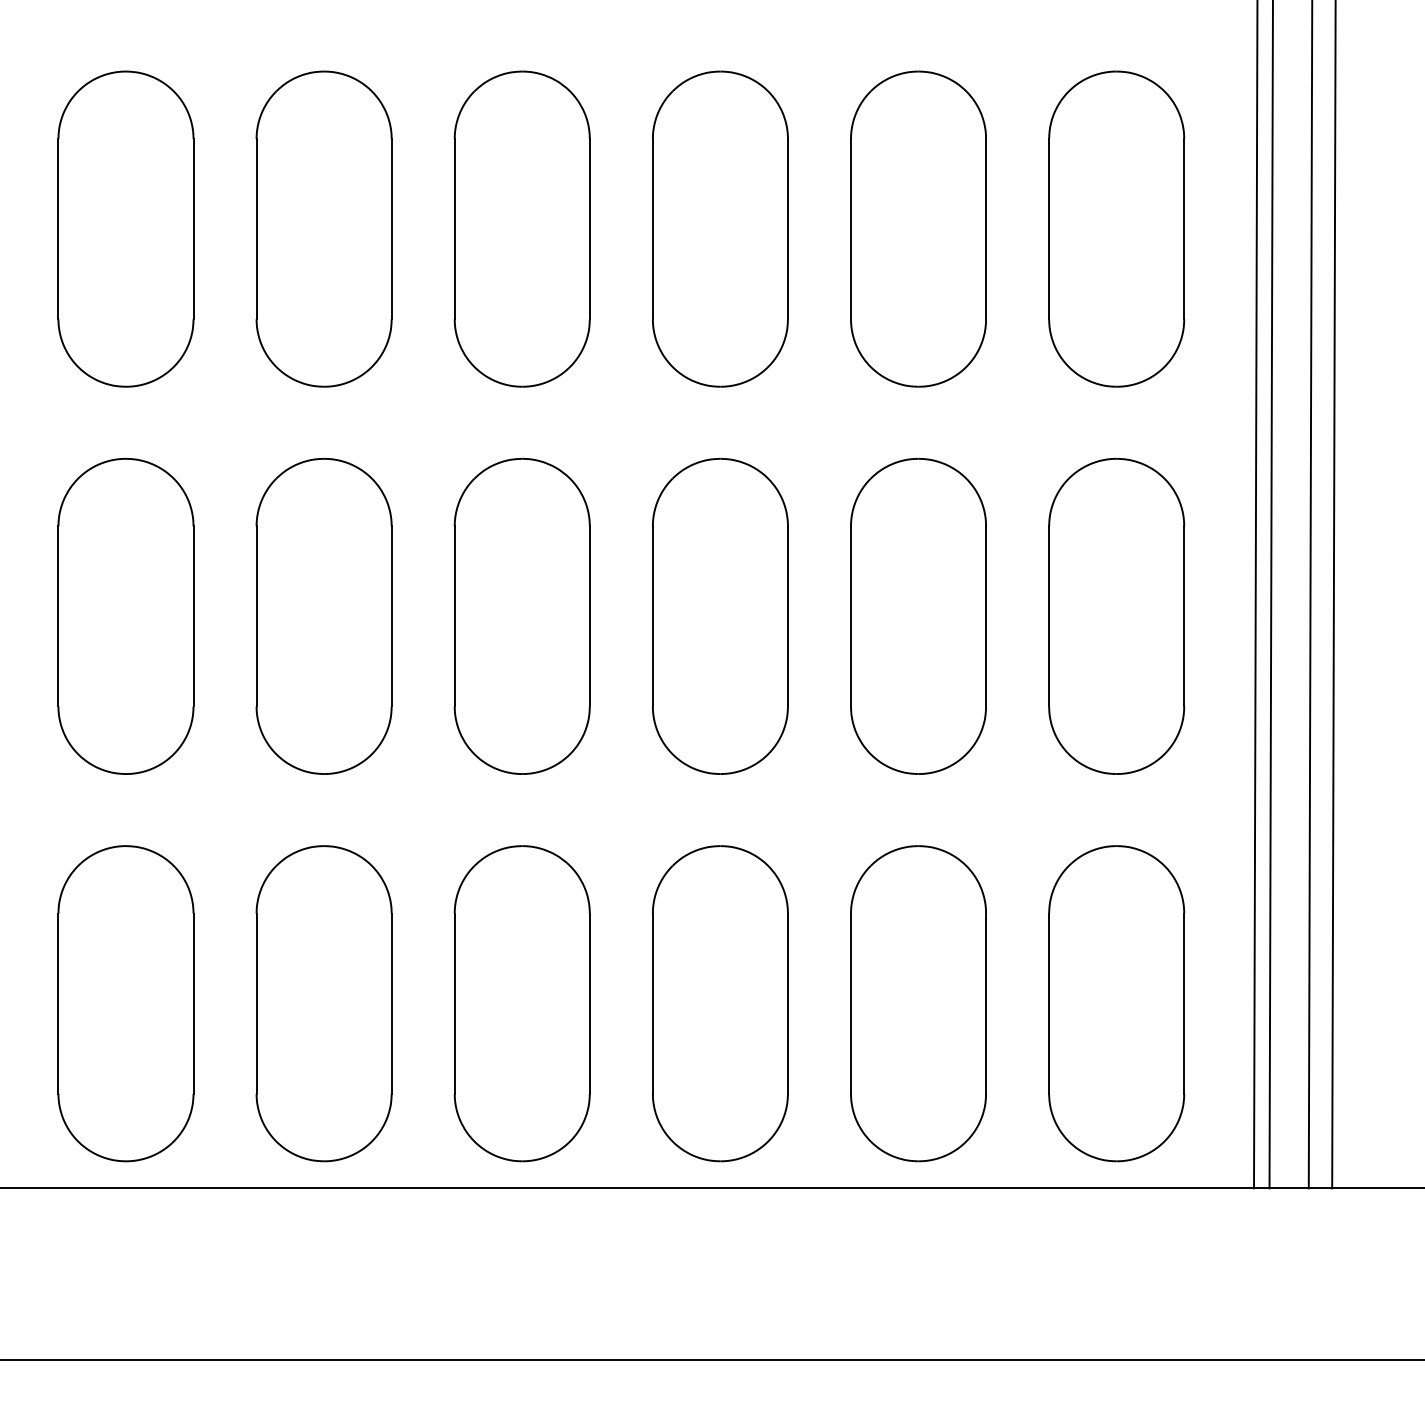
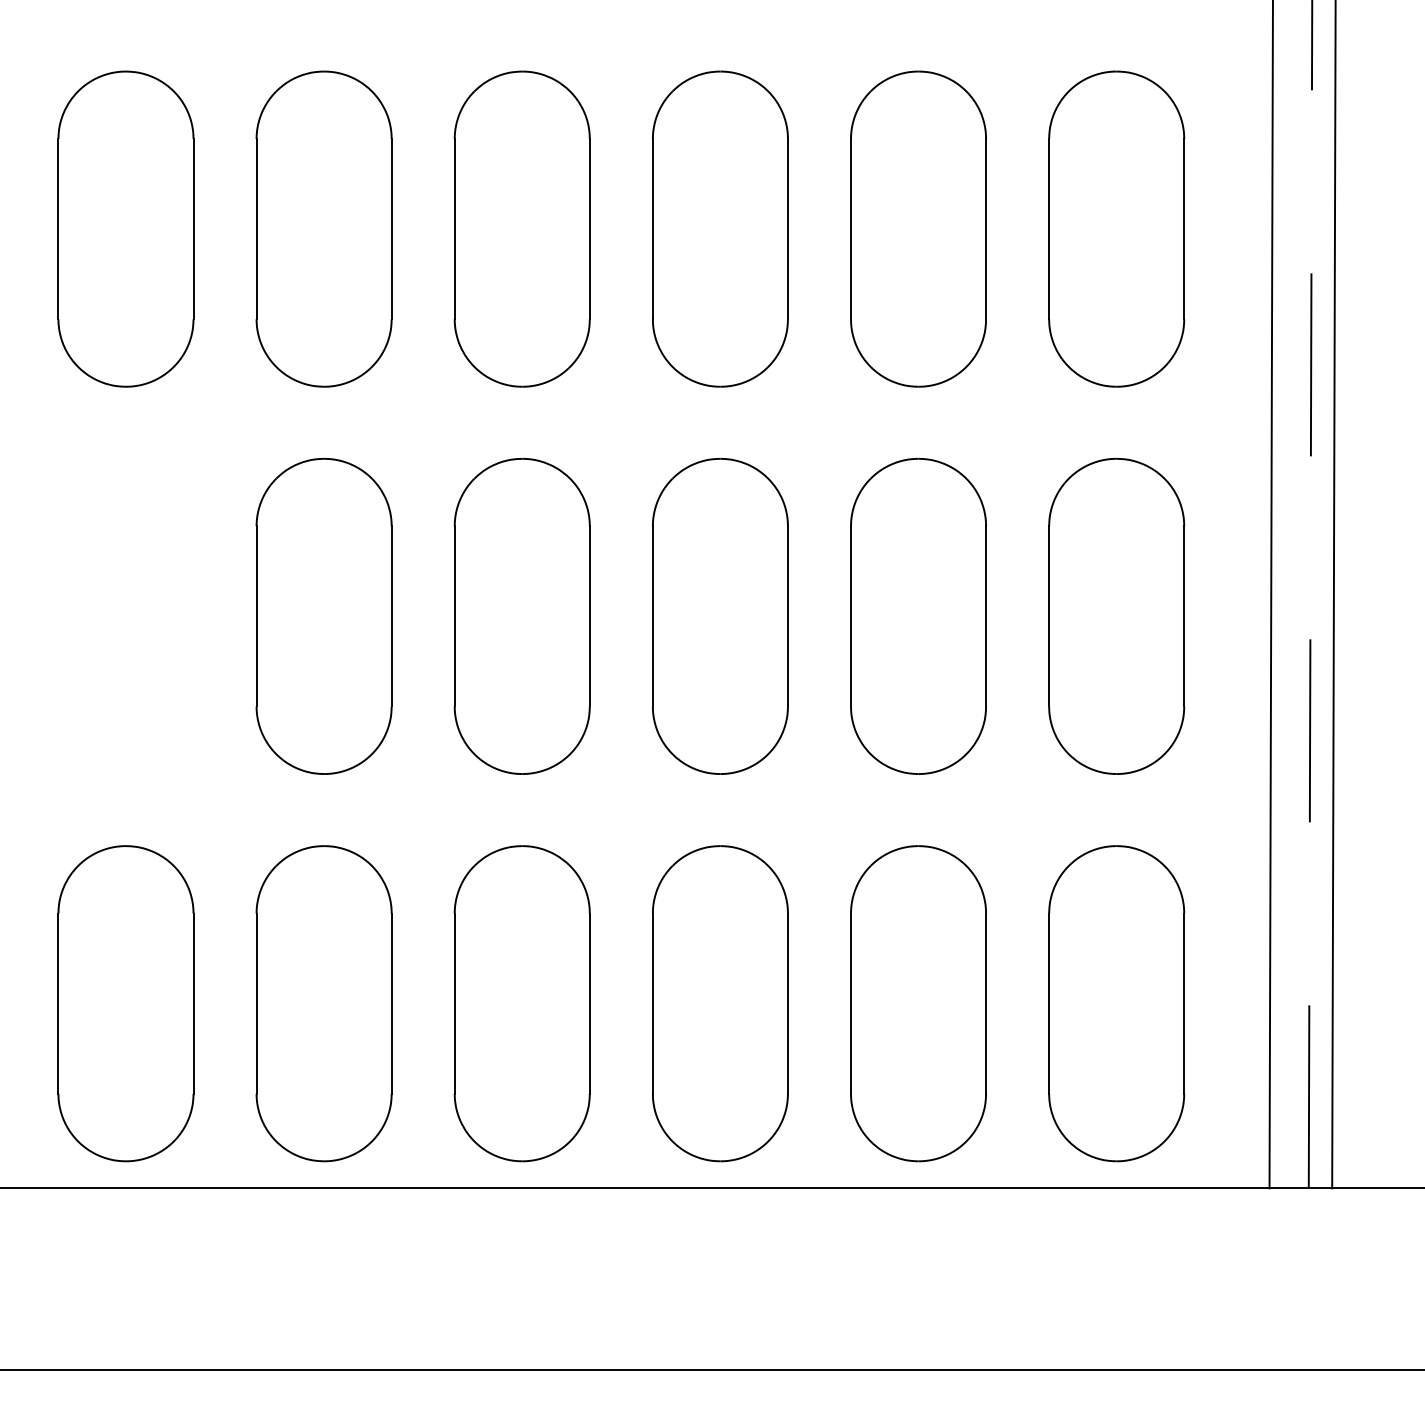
line at (1310, 594): solid -> dashed
line at (1255, 595): present -> none
part at (125, 615): present -> none
line at (711, 1359) position: (711, 1359) -> (711, 1369)
